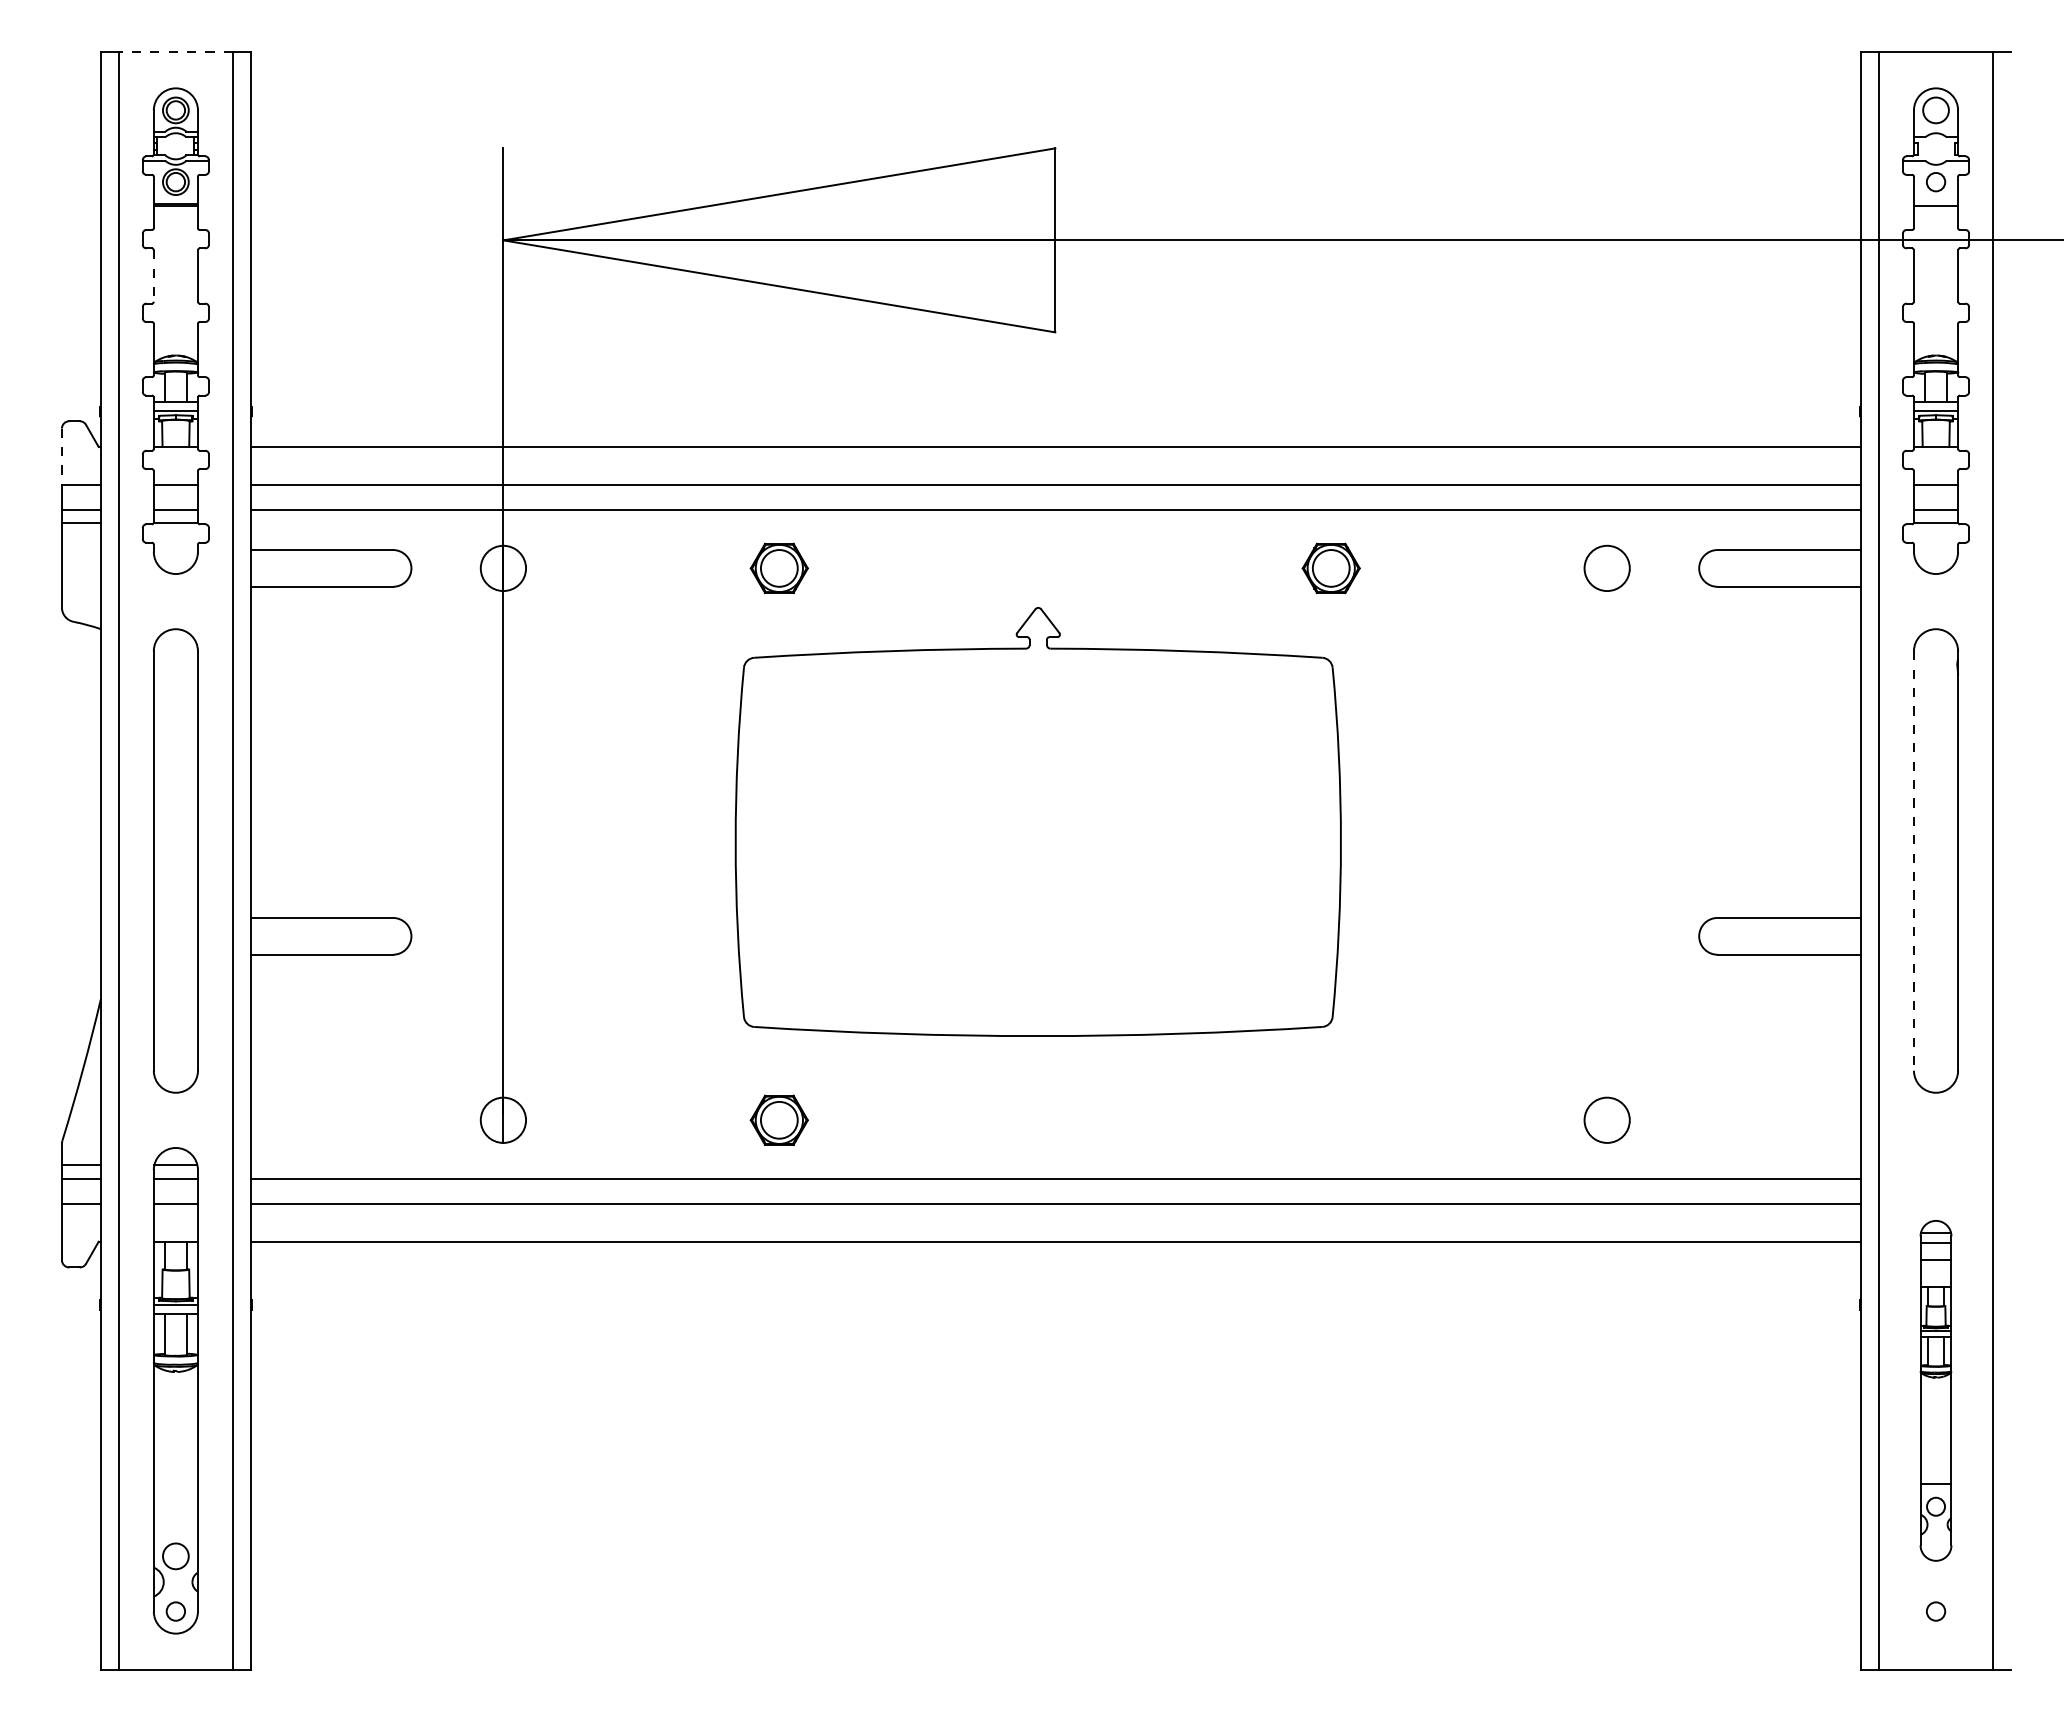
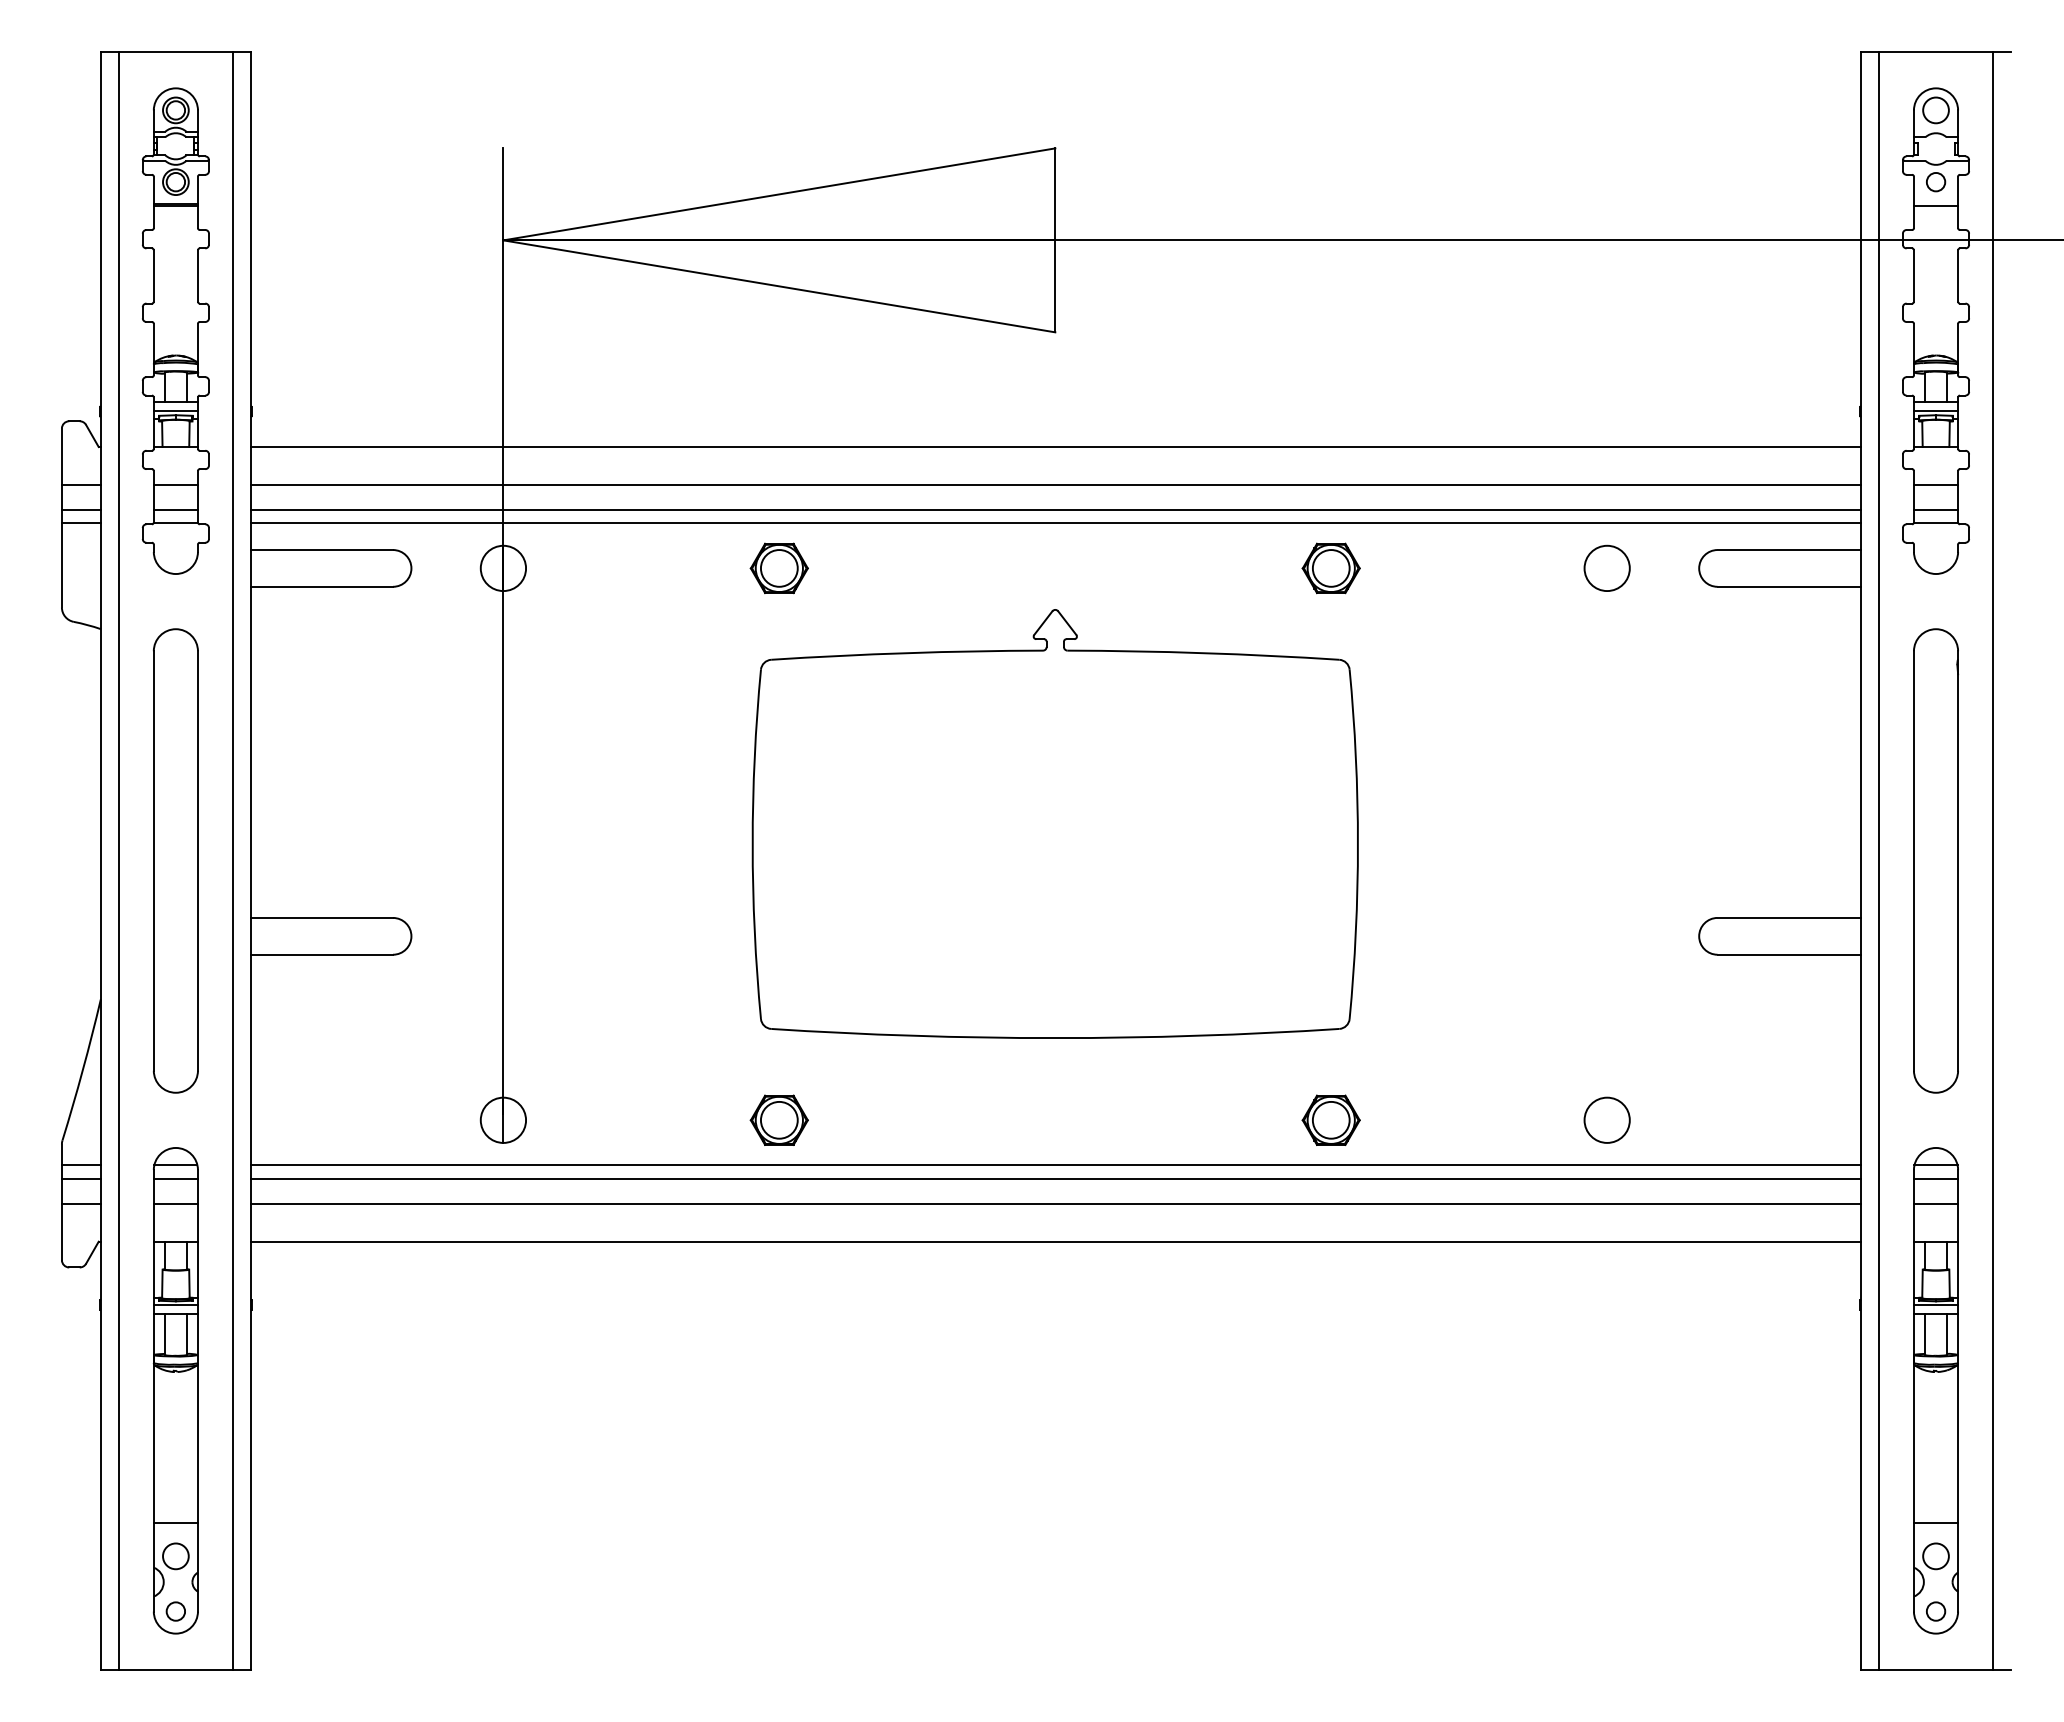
line at (175, 51): dashed -> solid
line at (153, 276): dashed -> solid
line at (61, 457): dashed -> solid
line at (1055, 523): none -> present
part at (1037, 821) position: (1037, 821) -> (1054, 823)
line at (1913, 861): dashed -> solid
part at (1330, 1119): none -> present
line at (1055, 1165): none -> present
part at (1935, 1390) size: 34x342 px -> 46x488 px
line at (175, 1523): none -> present
